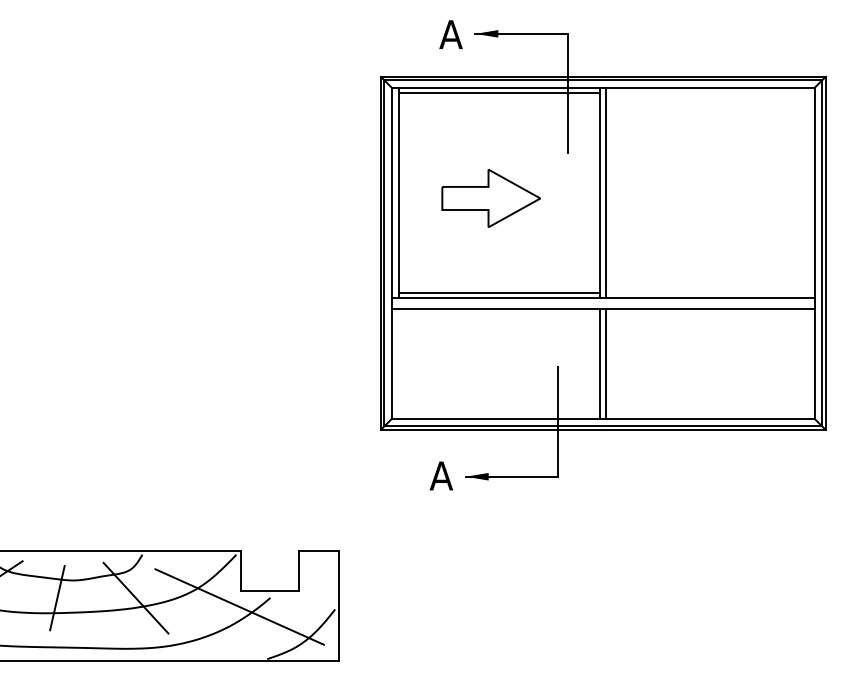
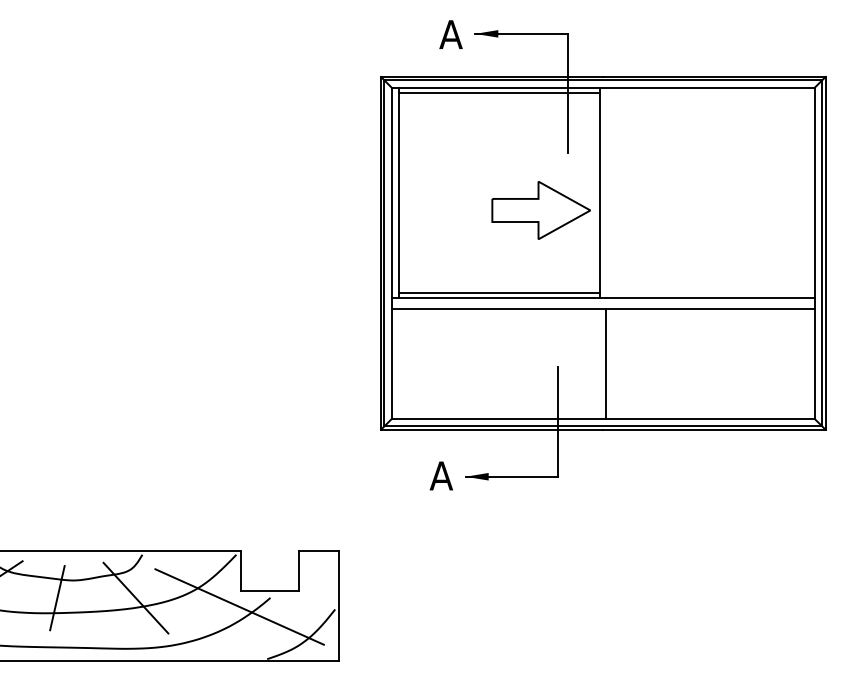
line at (606, 192): present -> none
part at (490, 198) position: (490, 198) -> (540, 210)
line at (600, 363): present -> none
